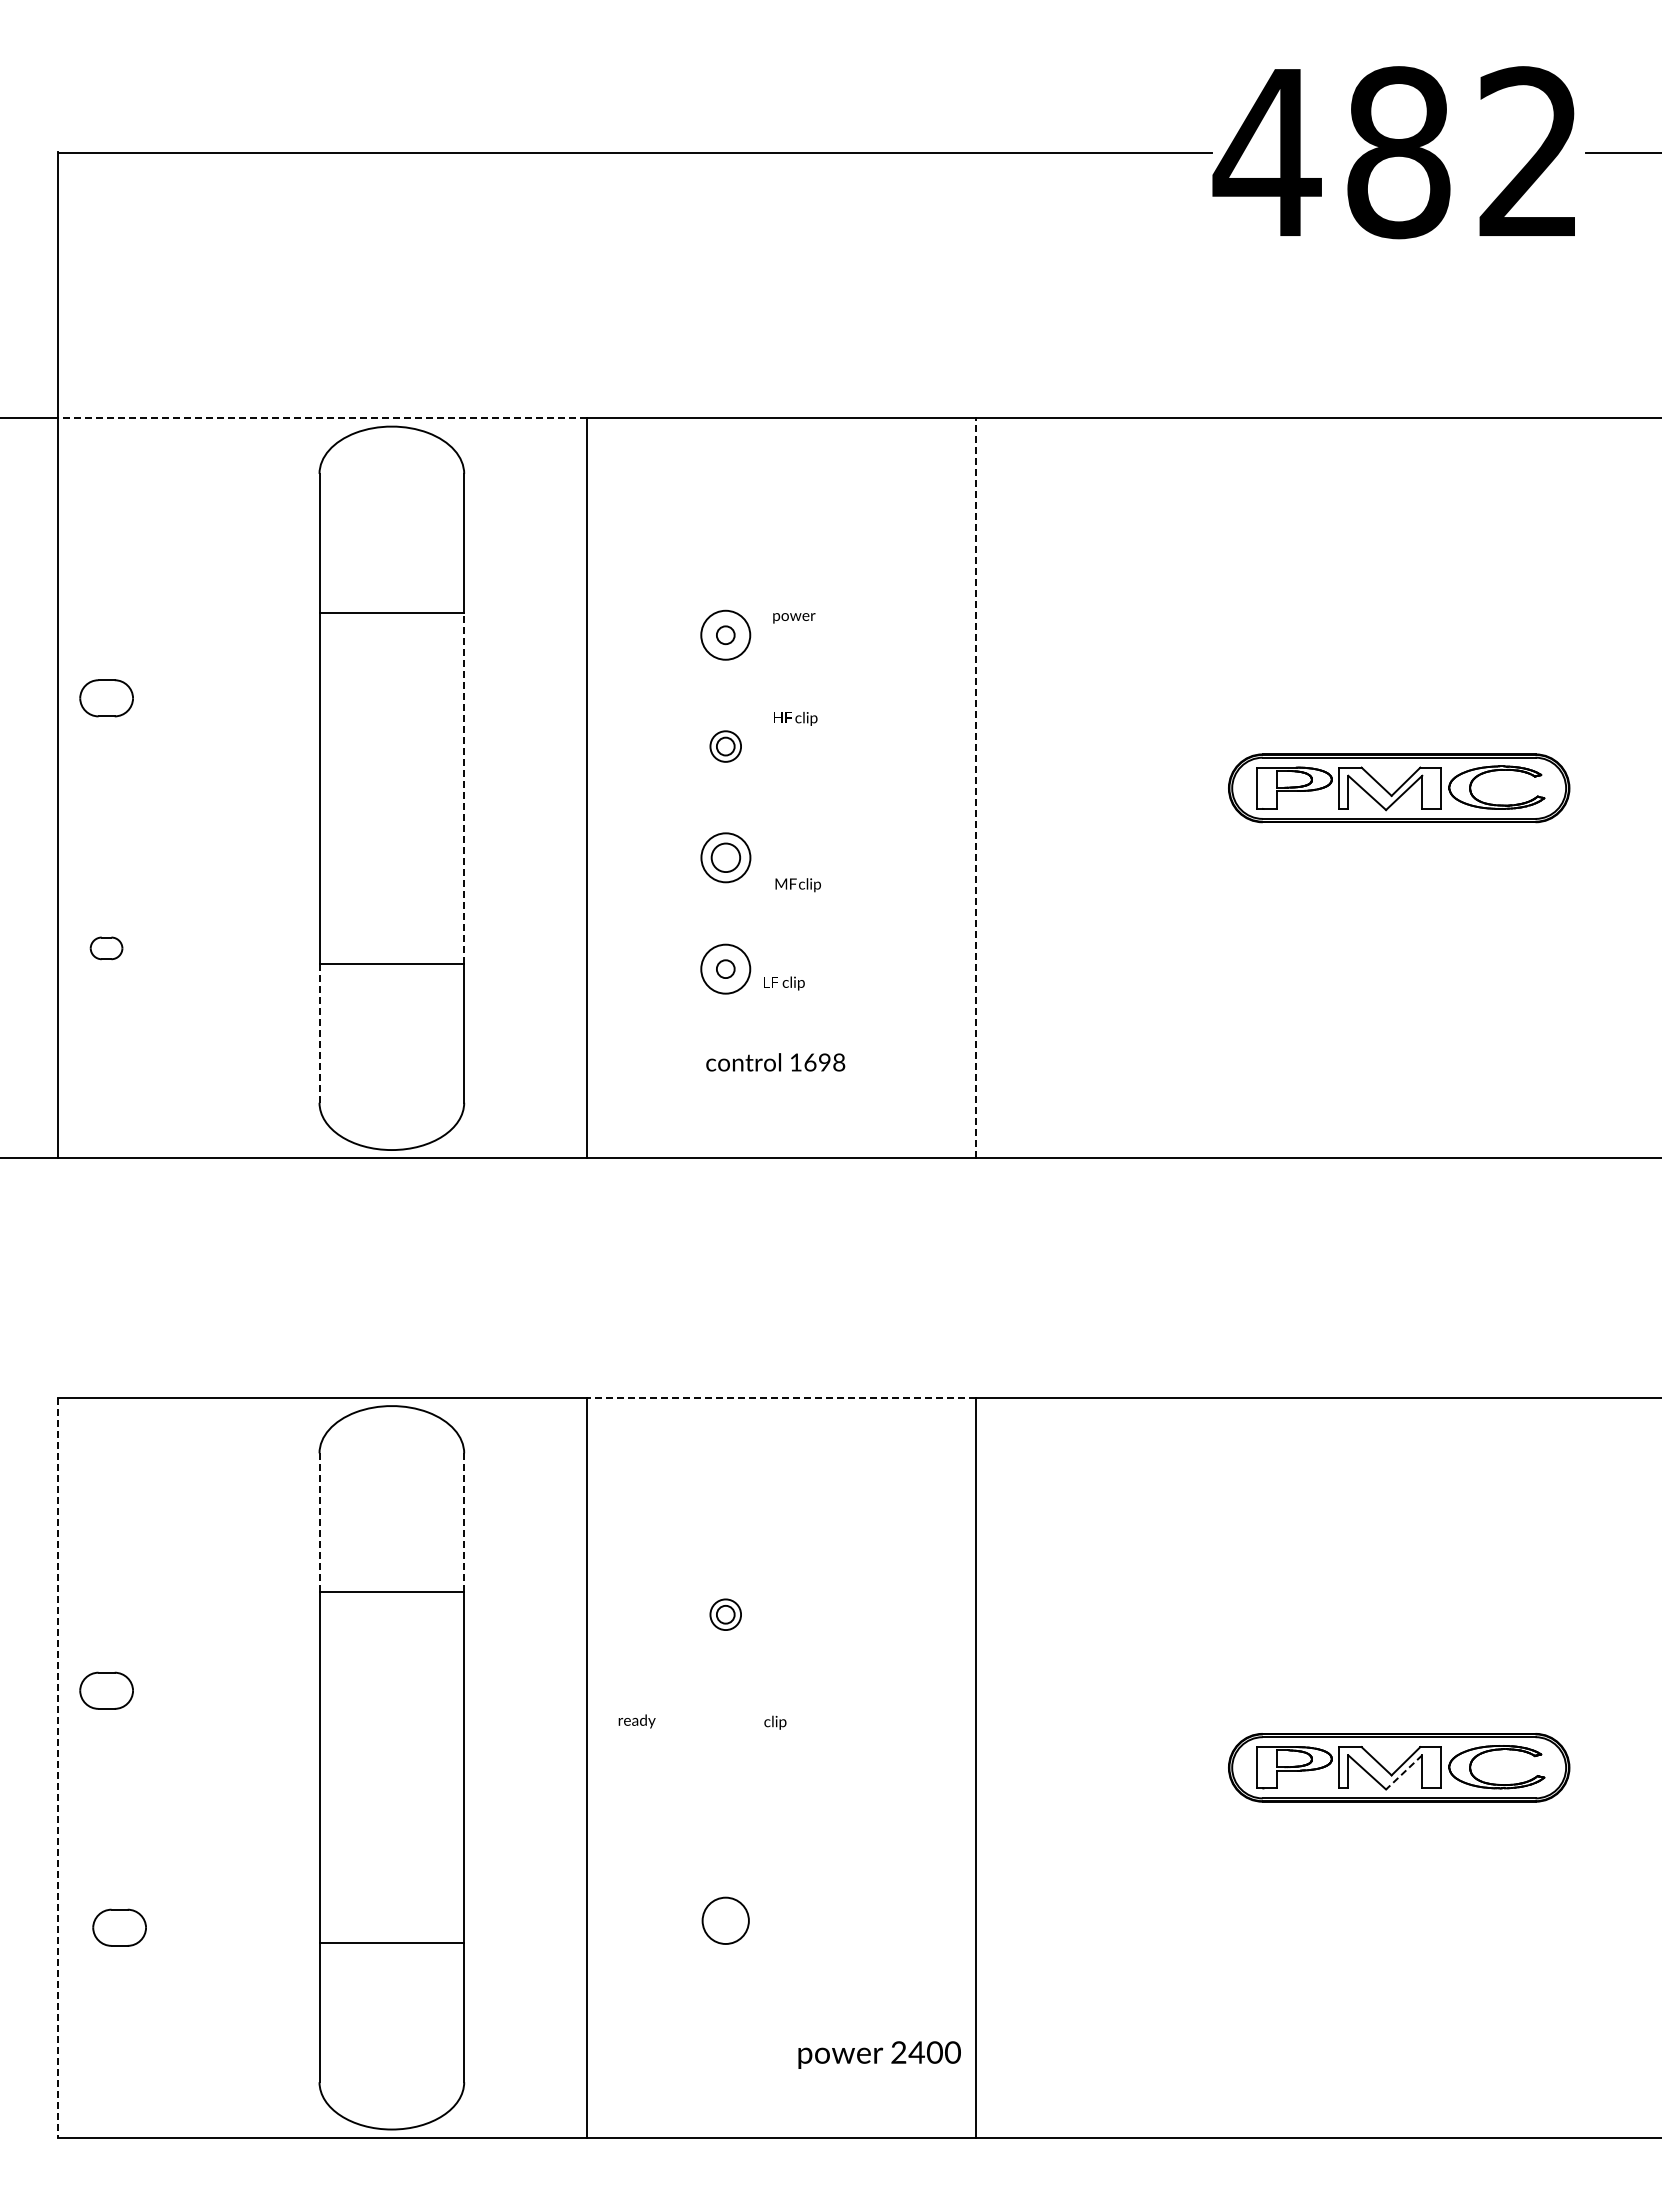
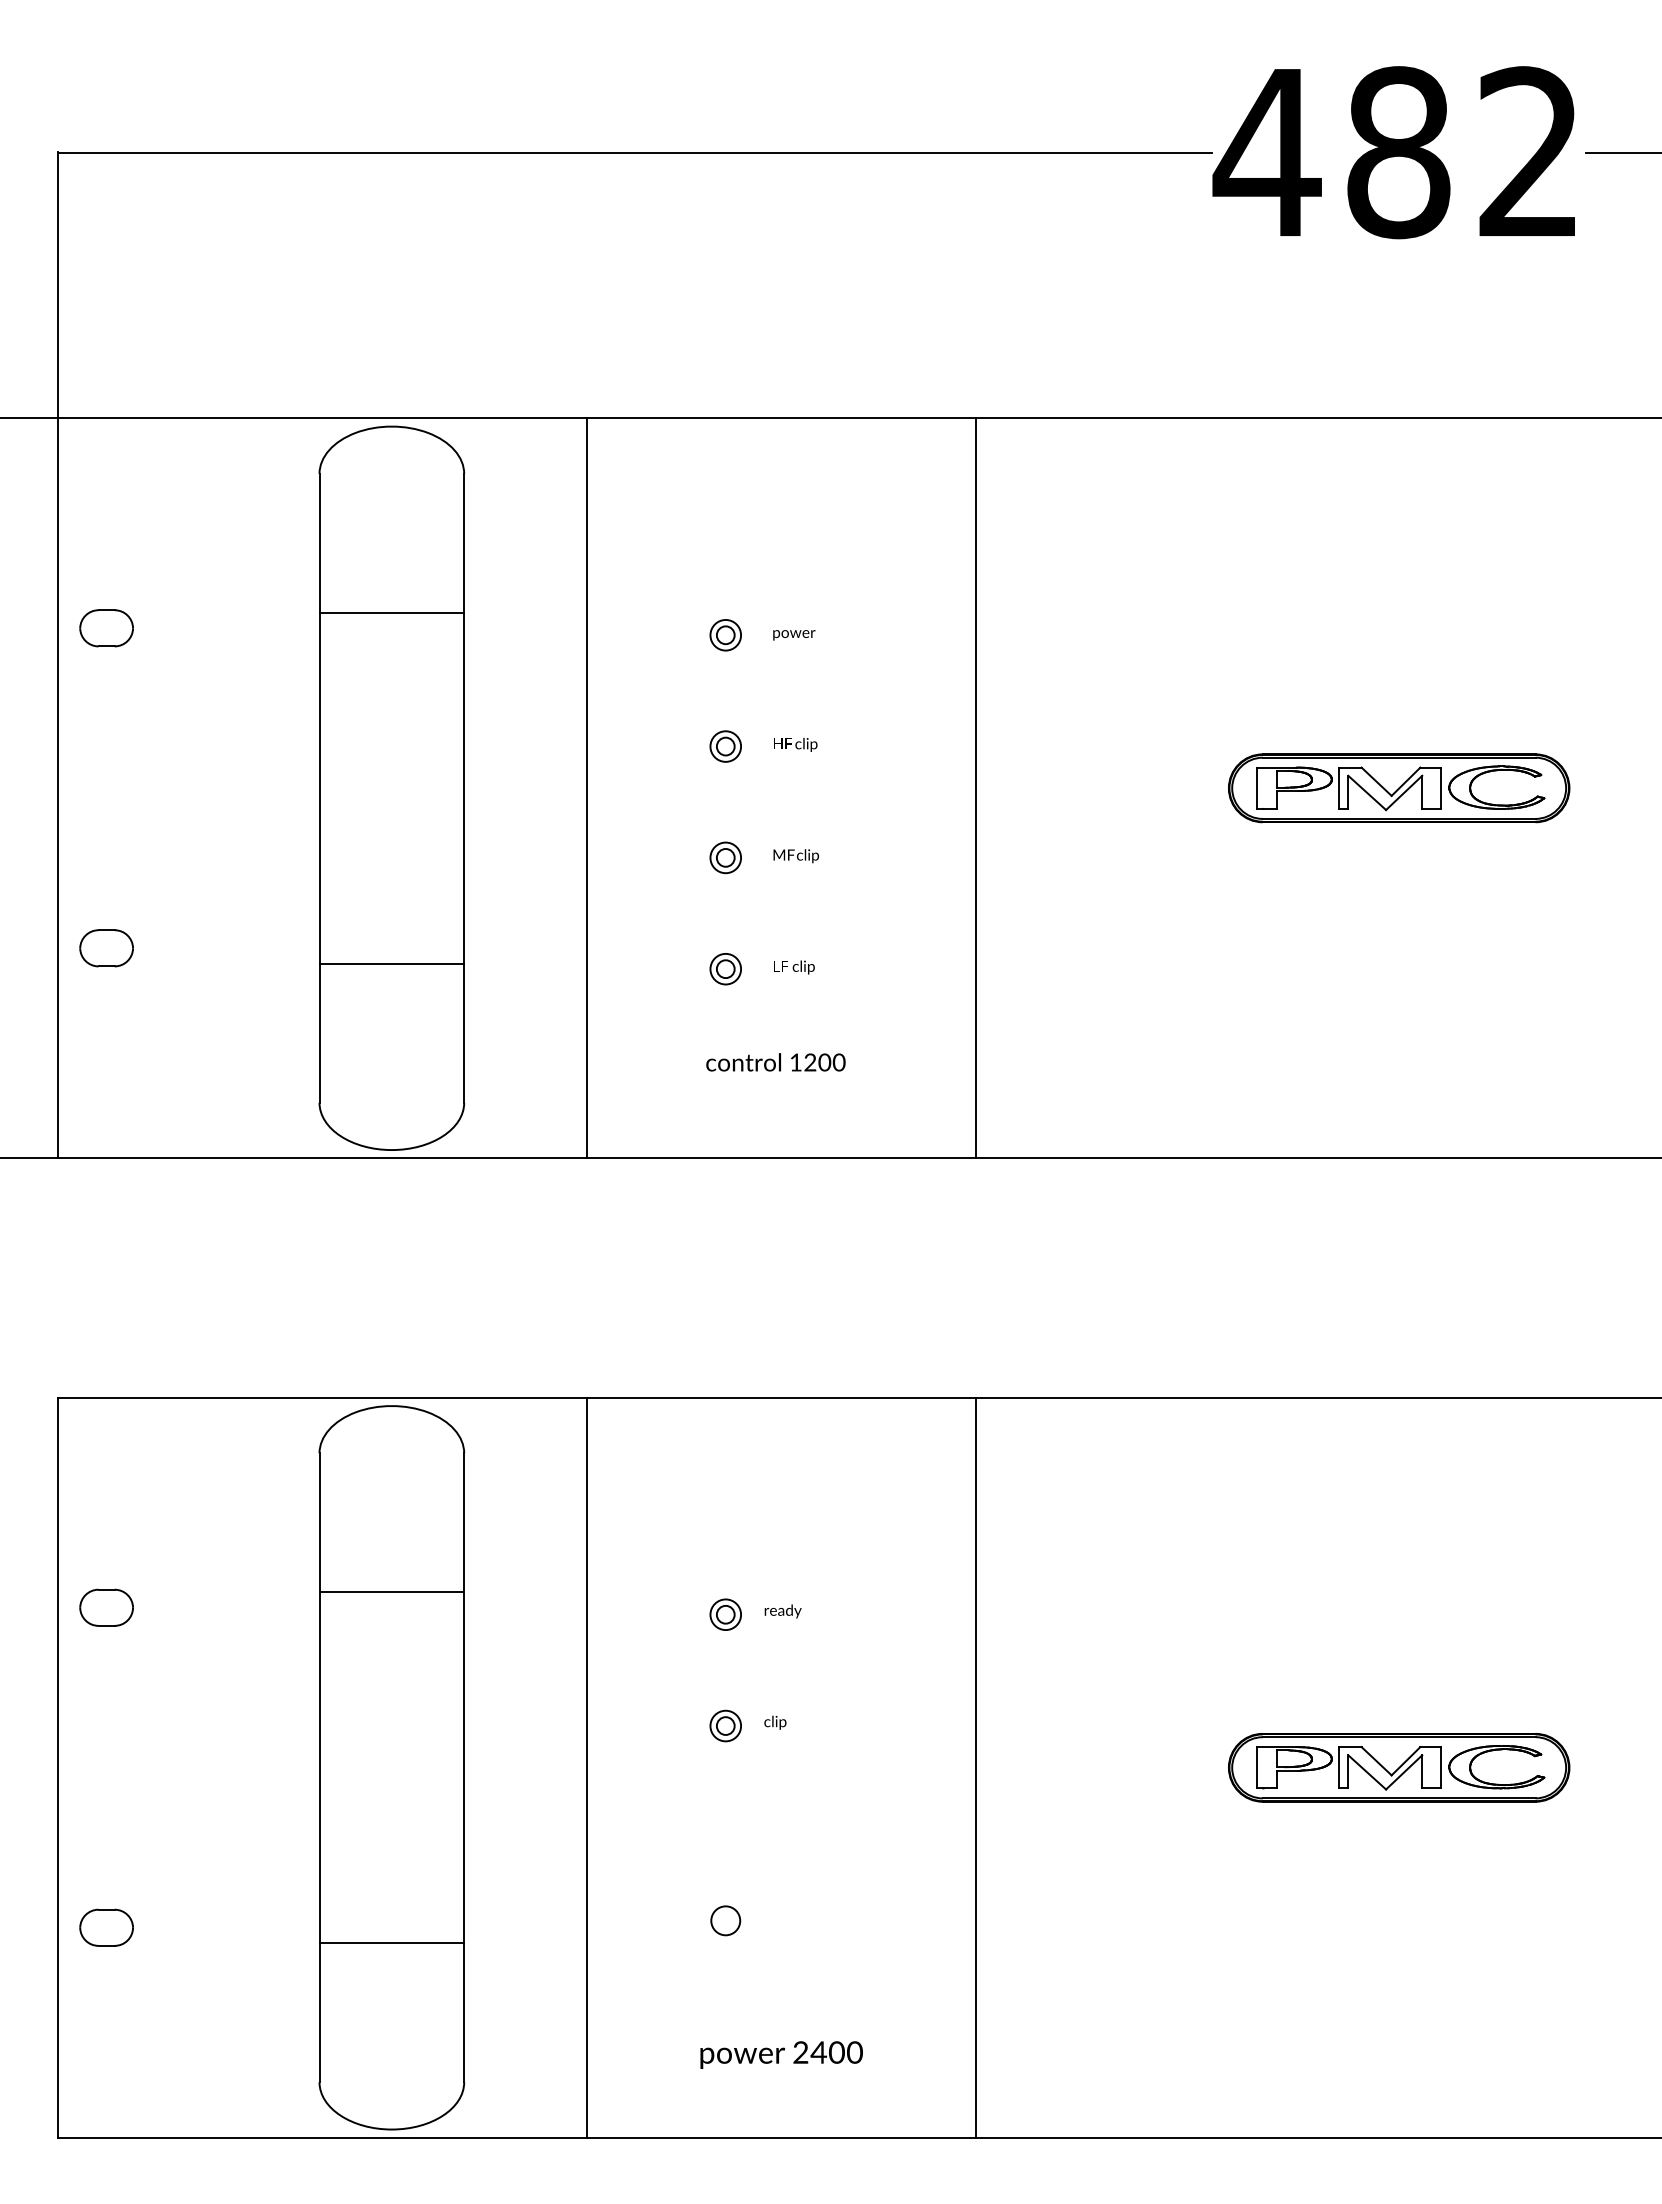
line at (321, 418): dashed -> solid
text at (794, 618) position: (794, 618) -> (794, 635)
circle at (725, 634) diameter: 49 px -> 31 px
part at (106, 698) position: (106, 698) -> (106, 628)
text at (795, 718) position: (795, 718) -> (795, 744)
line at (464, 787): dashed -> solid
line at (976, 787): dashed -> solid
part at (725, 857) size: 52x52 px -> 33x34 px
text at (797, 885) position: (797, 885) -> (795, 856)
part at (106, 948) size: 35x25 px -> 55x39 px
circle at (725, 968) diameter: 49 px -> 31 px
text at (784, 983) position: (784, 983) -> (794, 967)
line at (319, 1033): dashed -> solid
text at (824, 1062): 1698 -> 1200
line at (781, 1397): dashed -> solid
line at (319, 1522): dashed -> solid
line at (464, 1522): dashed -> solid
part at (106, 1690) position: (106, 1690) -> (106, 1607)
text at (636, 1721) position: (636, 1721) -> (782, 1611)
part at (725, 1725): none -> present
line at (57, 1768): dashed -> solid
line at (1404, 1772): dashed -> solid
circle at (725, 1920) diameter: 46 px -> 29 px
part at (119, 1927) position: (119, 1927) -> (106, 1927)
text at (879, 2054) position: (879, 2054) -> (781, 2054)
